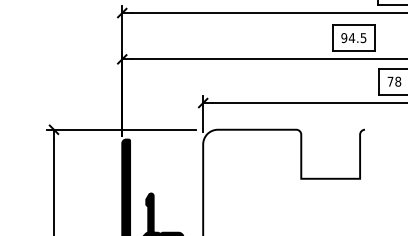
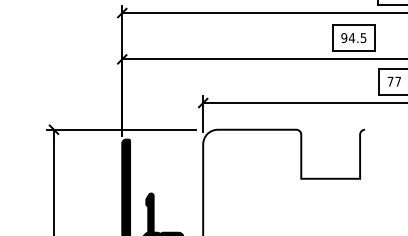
text at (398, 81): 78 -> 77
